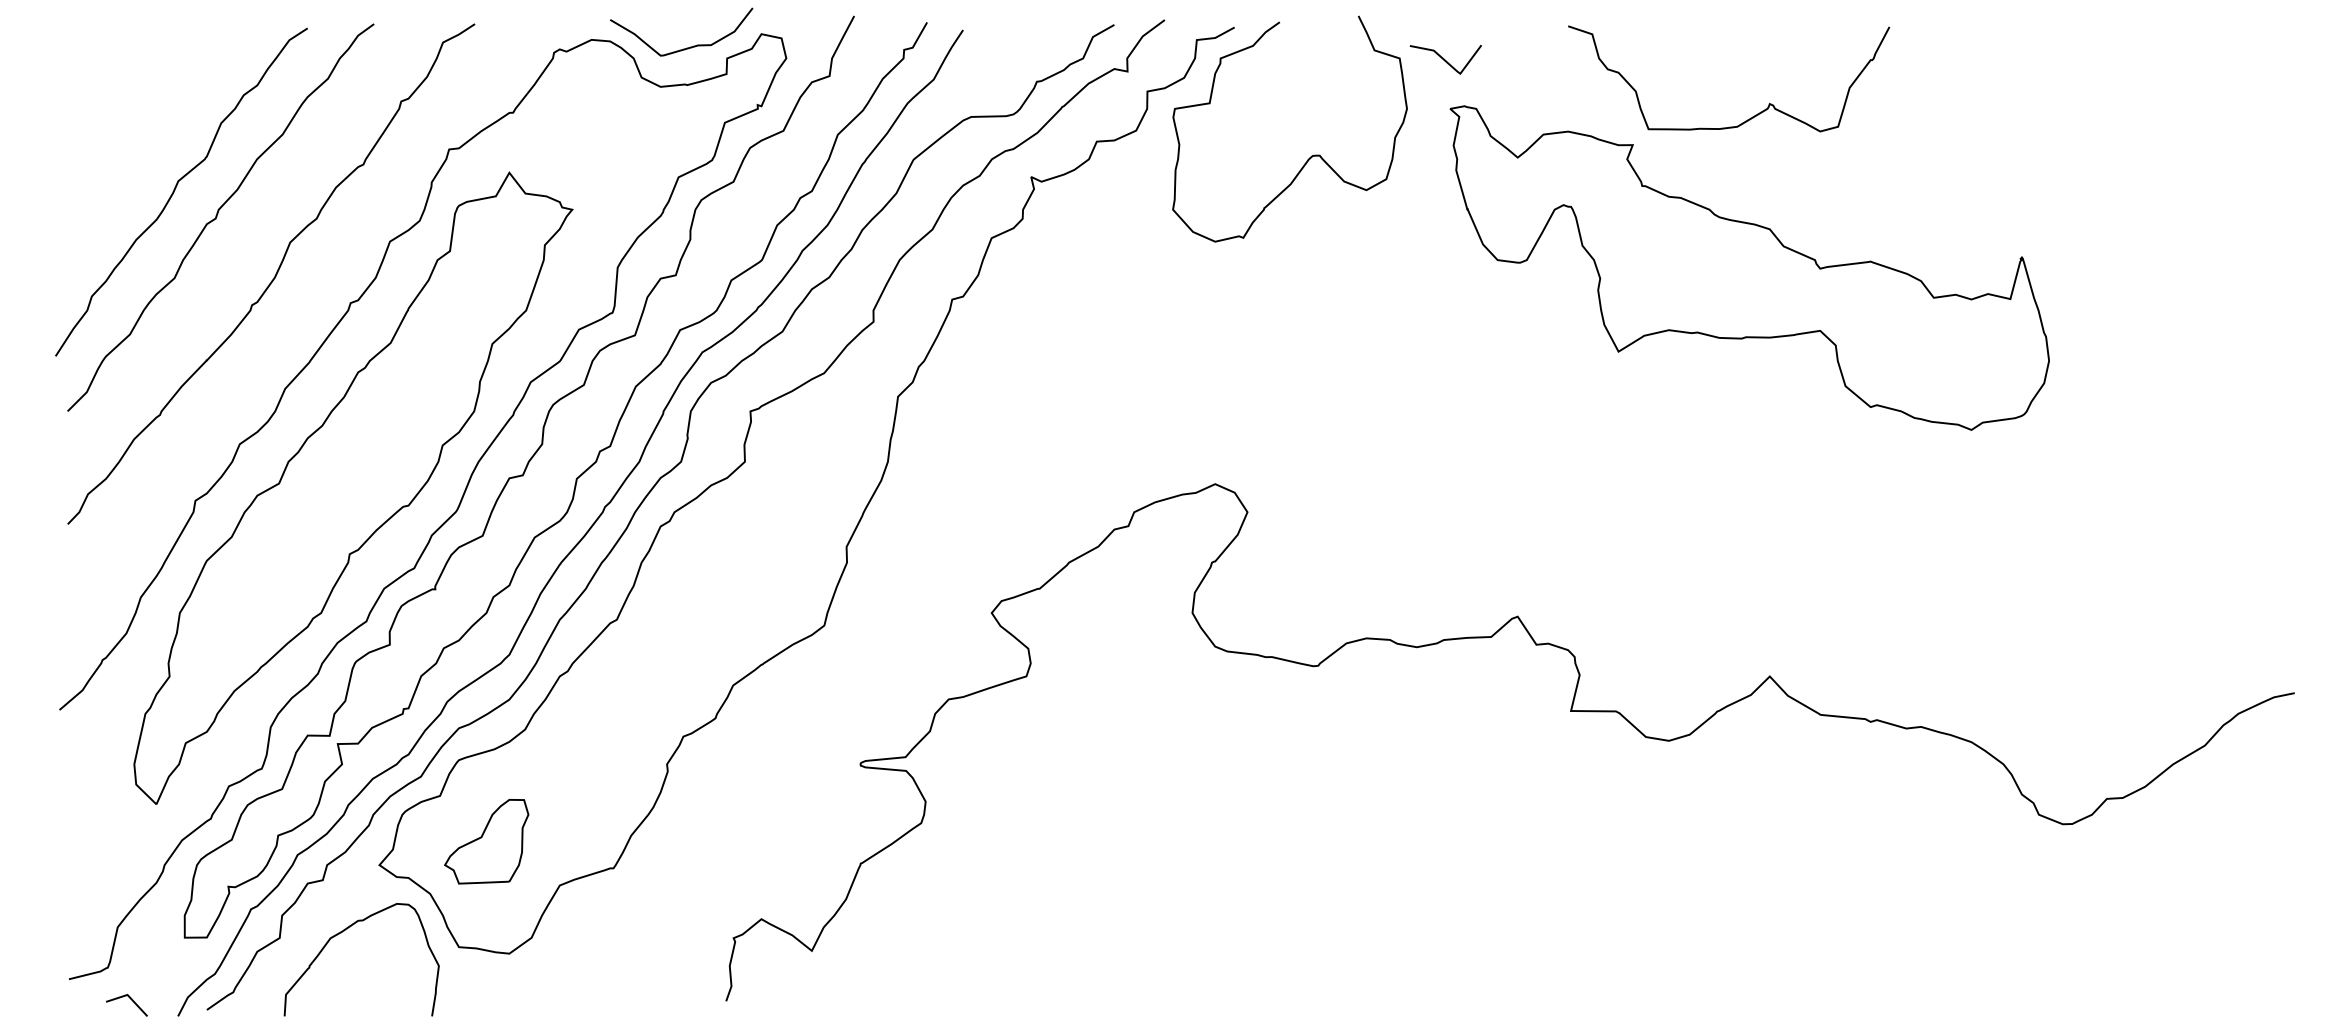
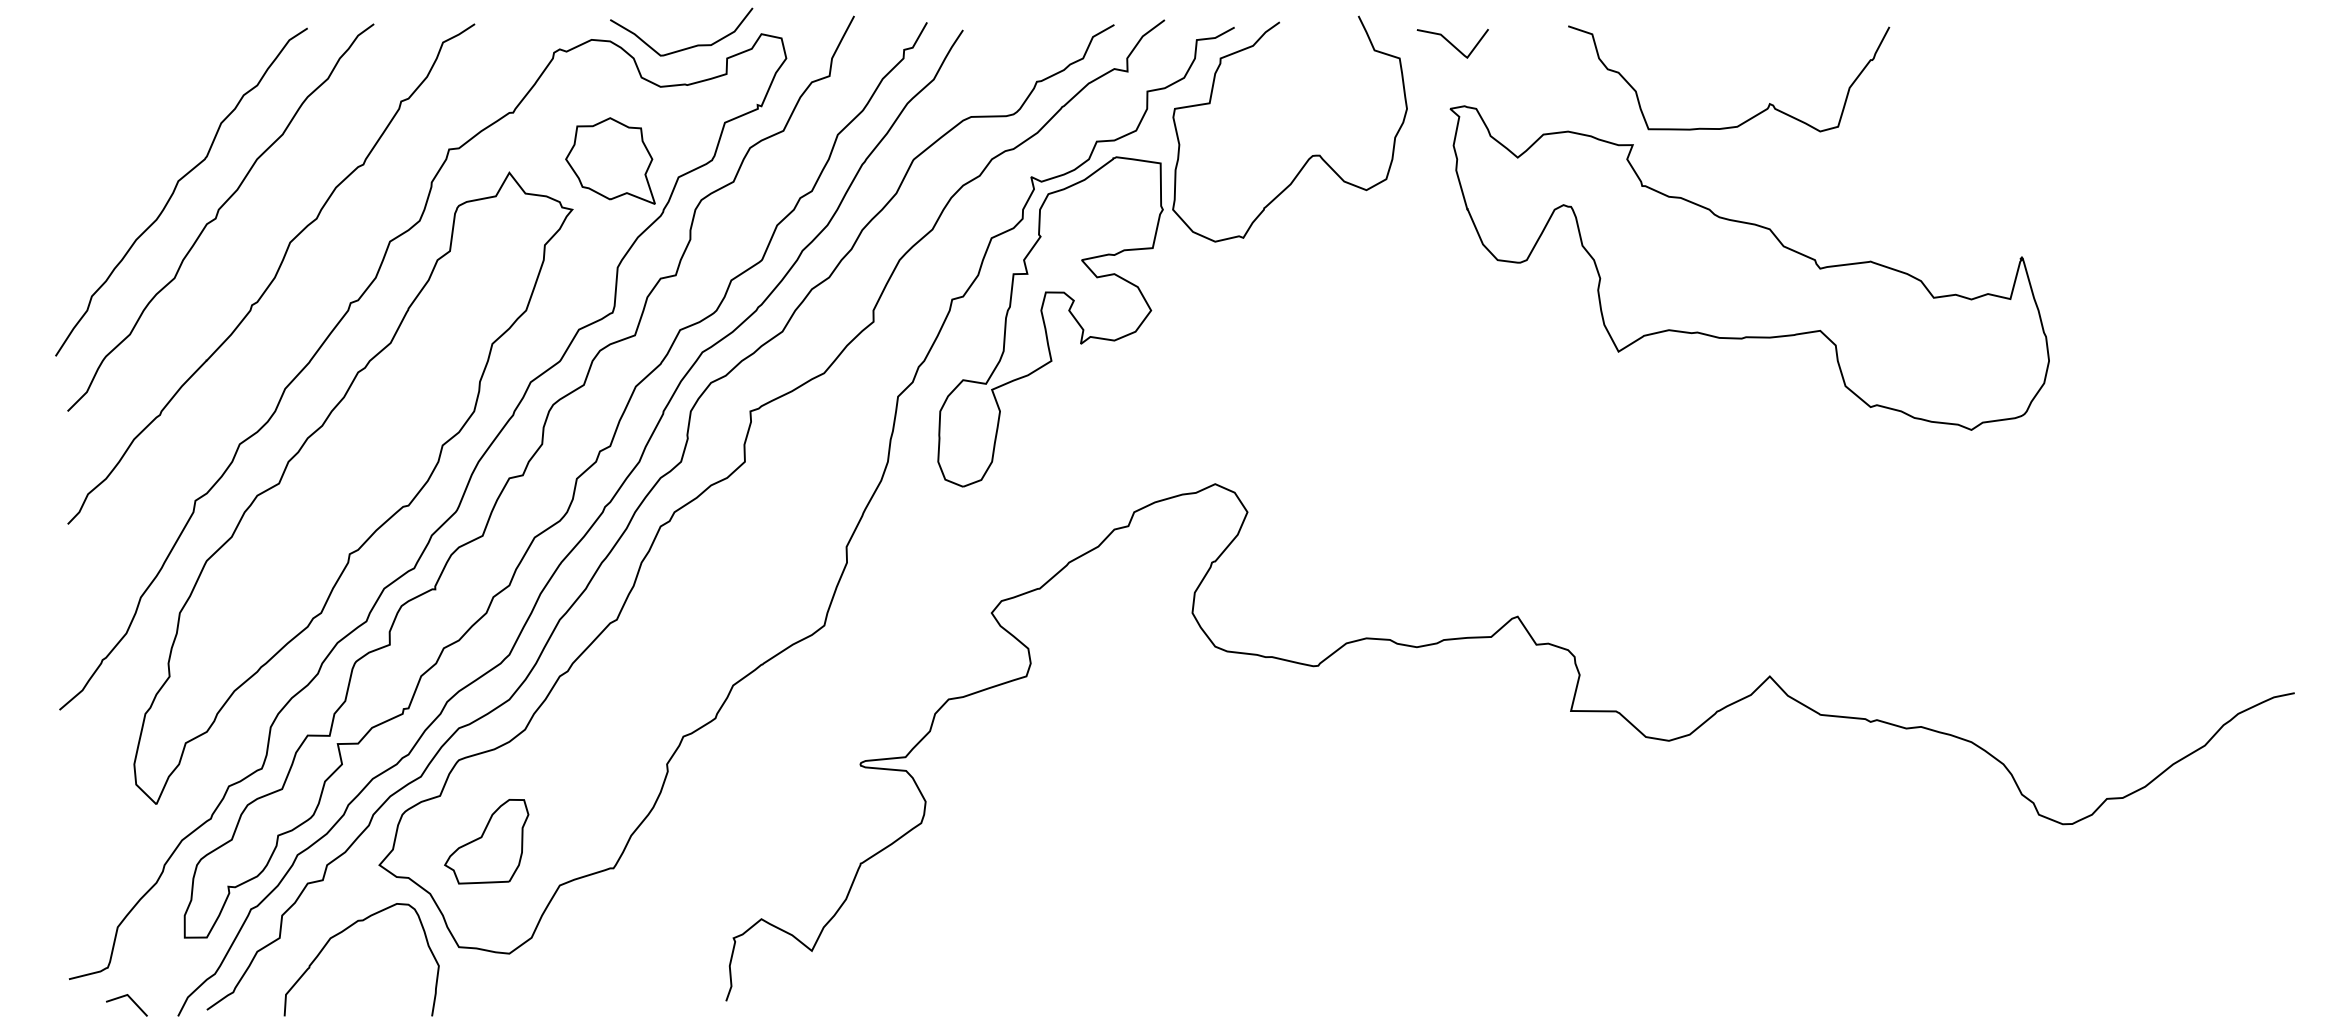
line at (1445, 59) position: (1445, 59) -> (1452, 43)
part at (610, 160): none -> present
part at (1050, 321): none -> present
